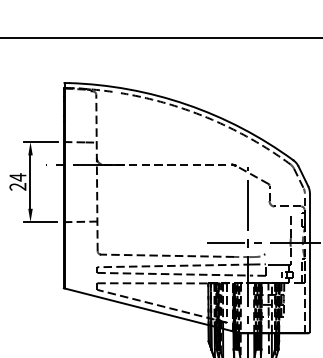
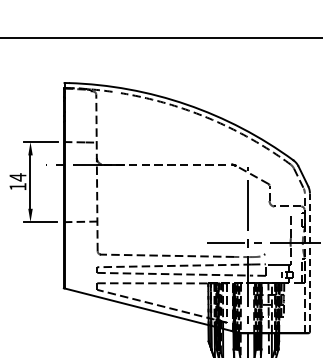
text at (17, 186): 24 -> 14
line at (309, 262): solid -> dashed
